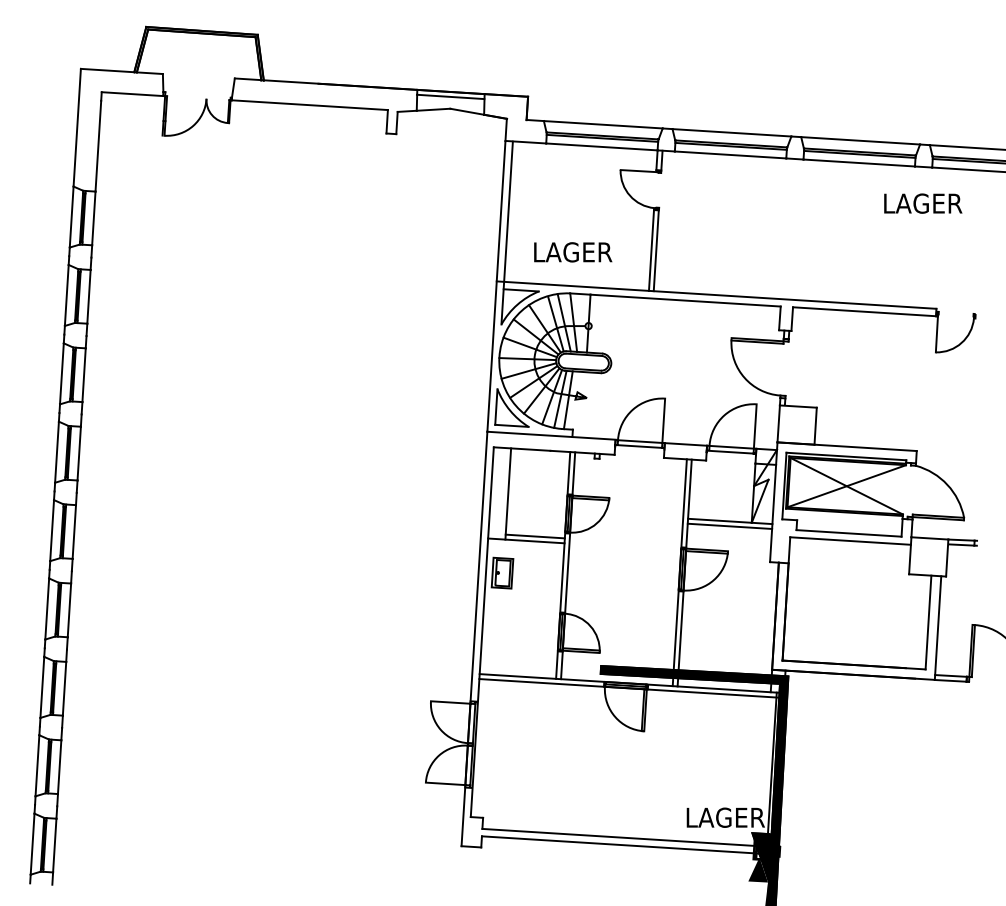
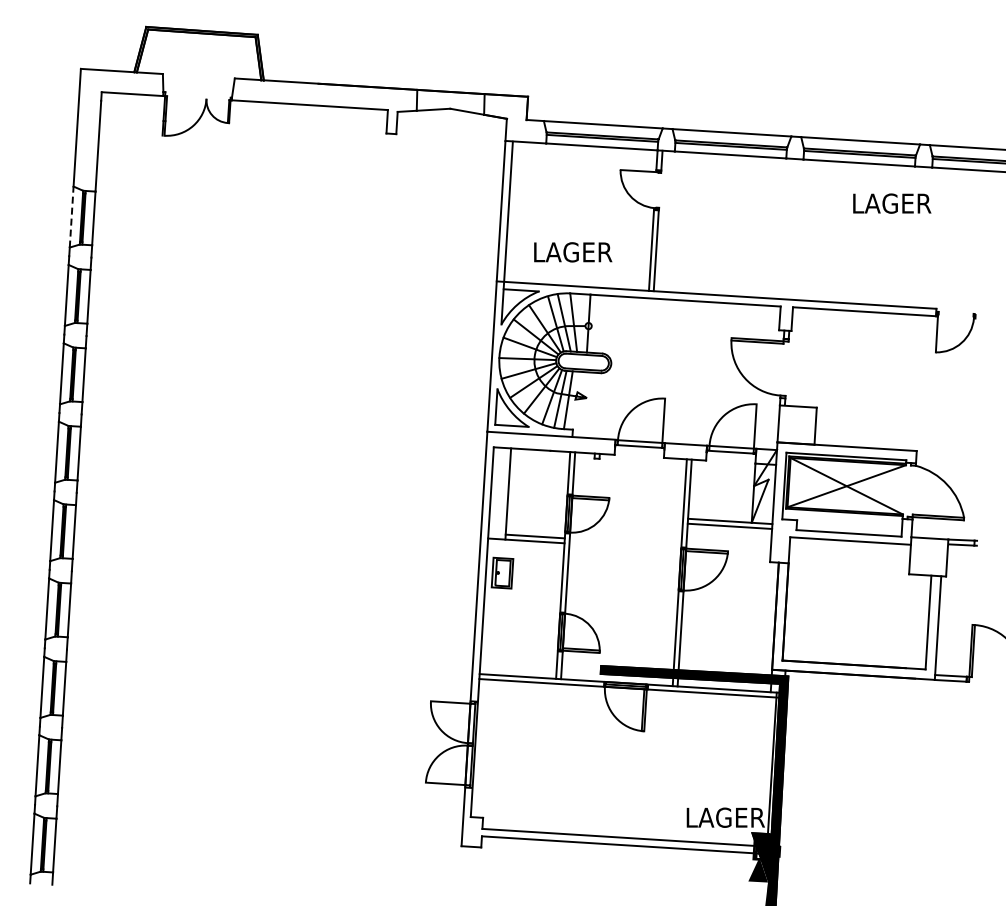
line at (450, 96): present -> none
text at (923, 203) position: (923, 203) -> (892, 203)
line at (71, 217): solid -> dashed
